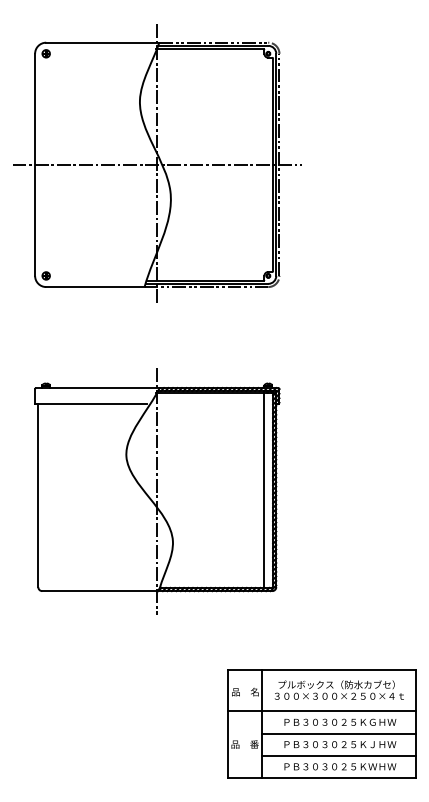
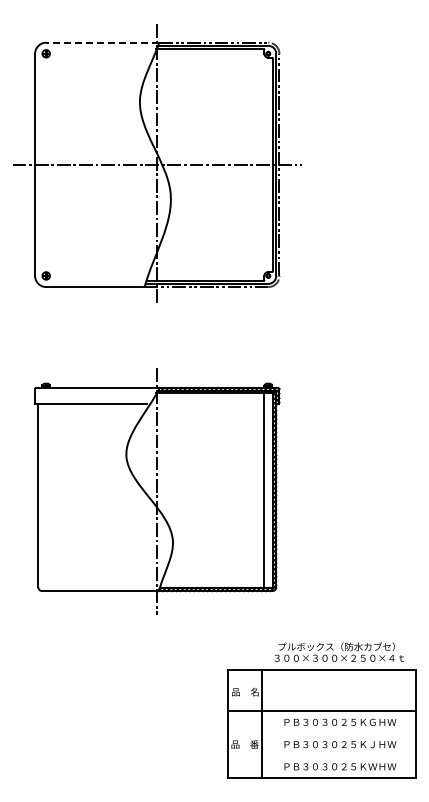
line at (102, 42): solid -> dashed
text at (338, 689) position: (338, 689) -> (338, 651)
line at (339, 733): present -> none
line at (339, 755): present -> none
